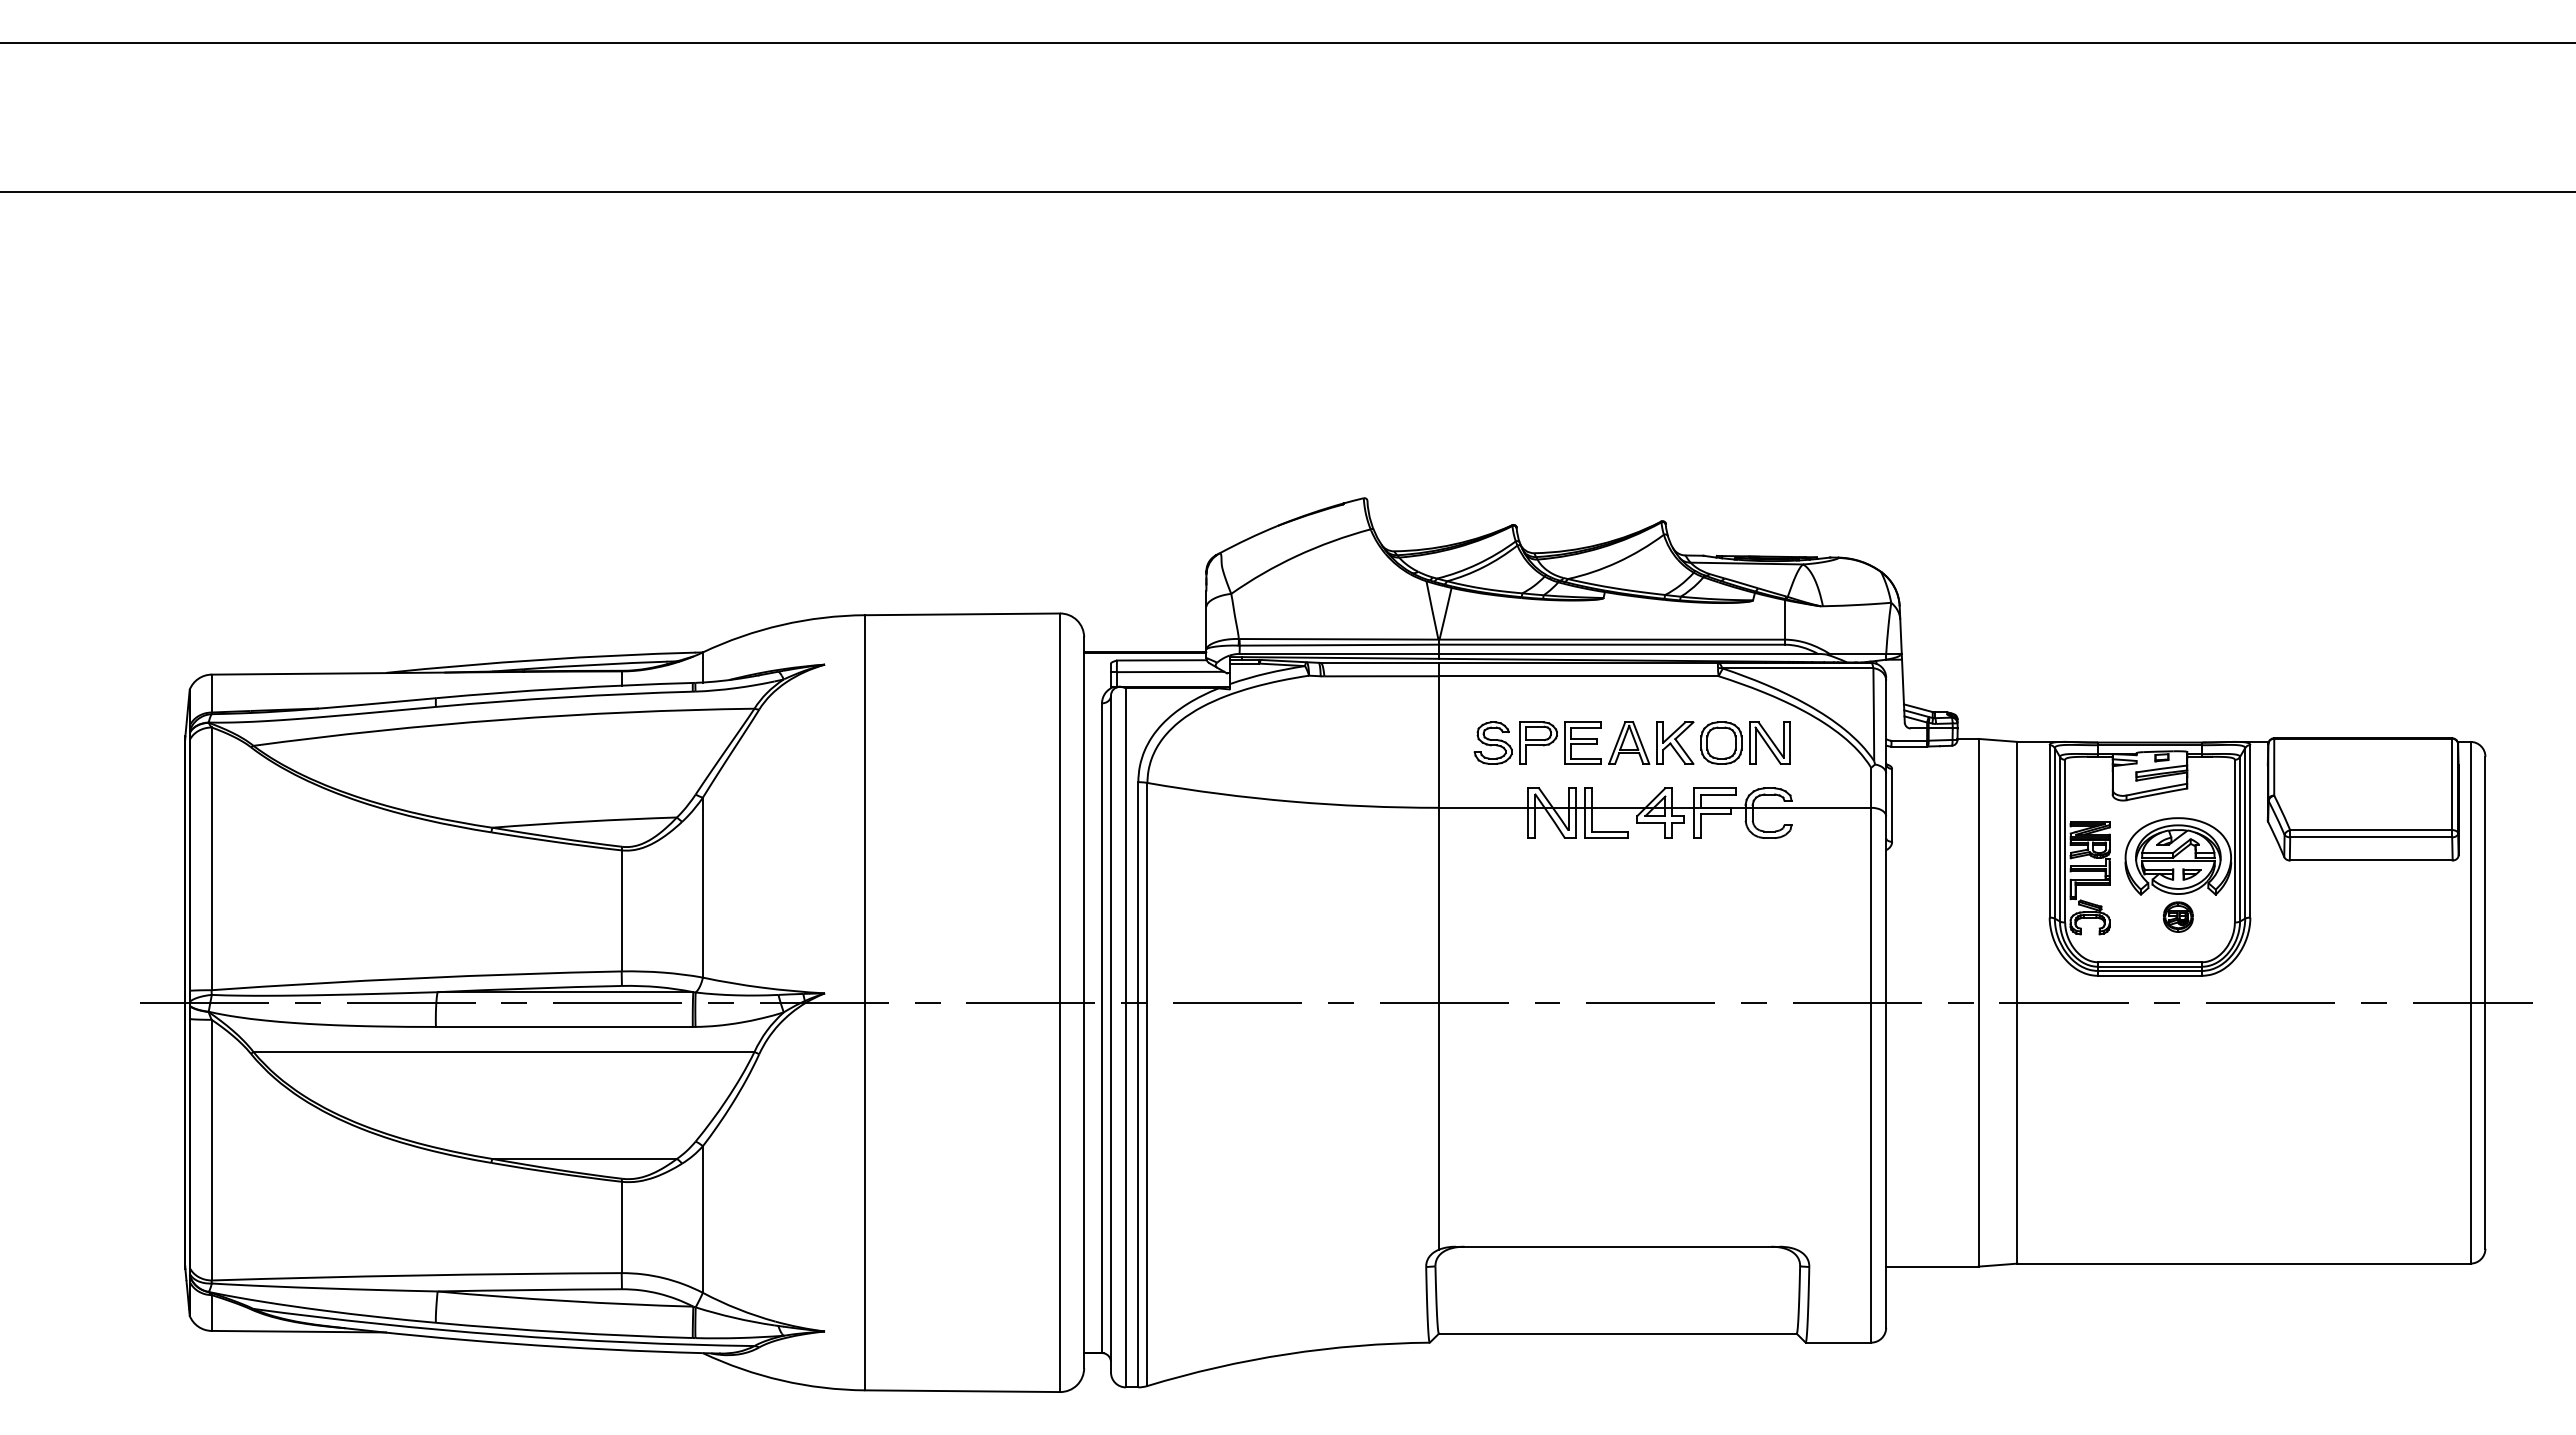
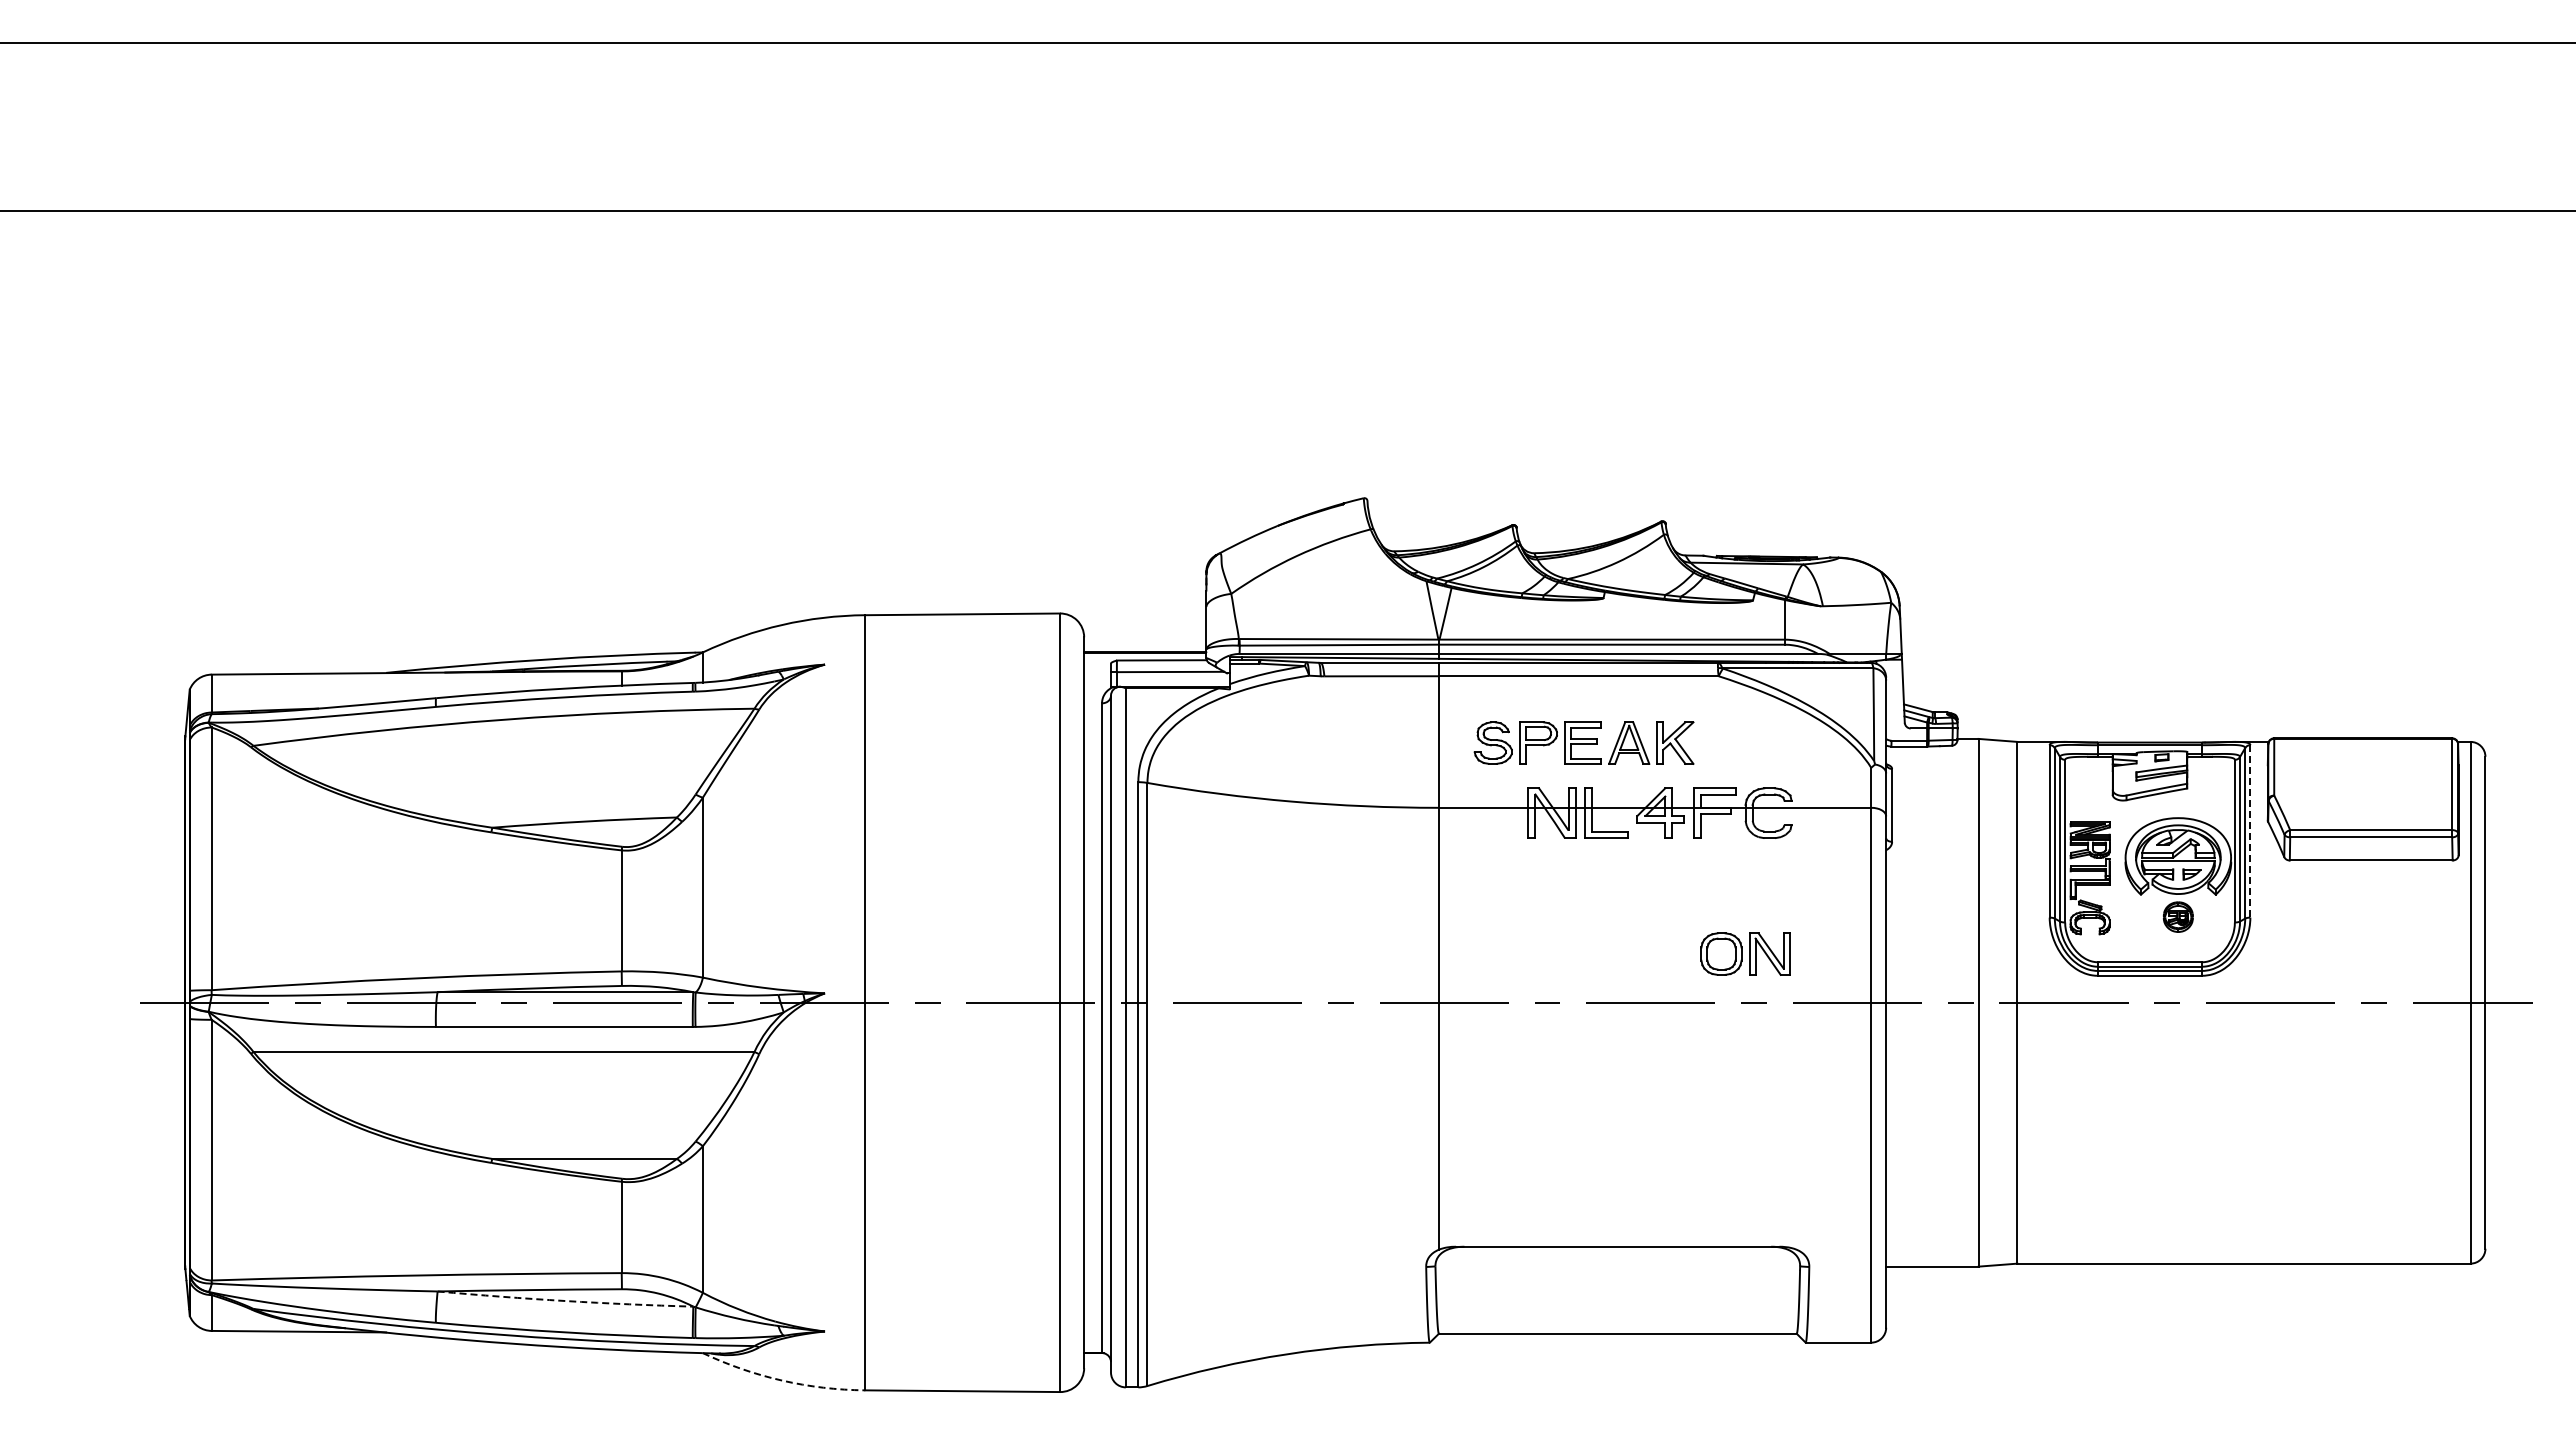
line at (1287, 192) position: (1287, 192) -> (1287, 211)
part at (1745, 742) position: (1745, 742) -> (1745, 953)
line at (2250, 831): solid -> dashed
arc at (565, 1301): solid -> dashed
arc at (782, 1380): solid -> dashed
